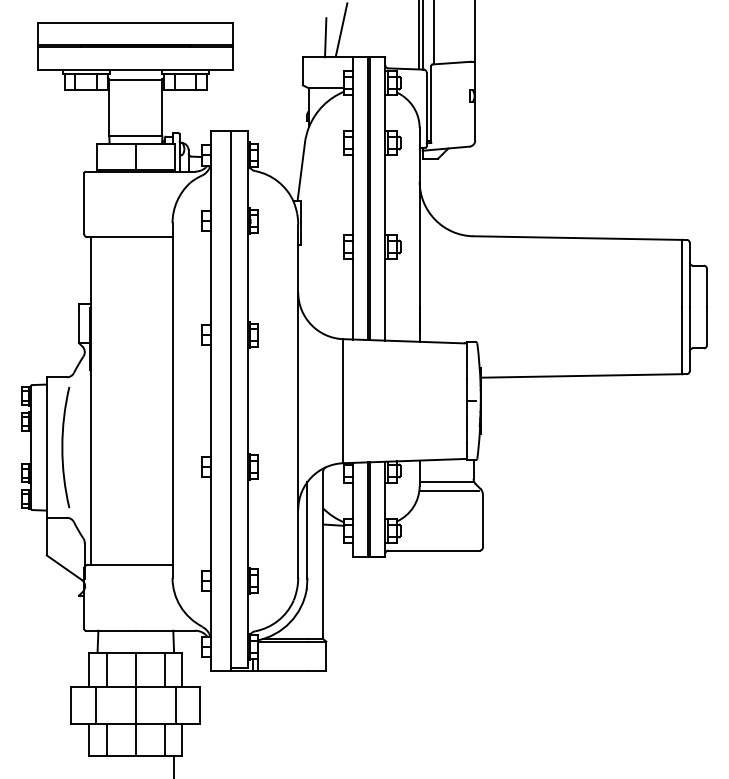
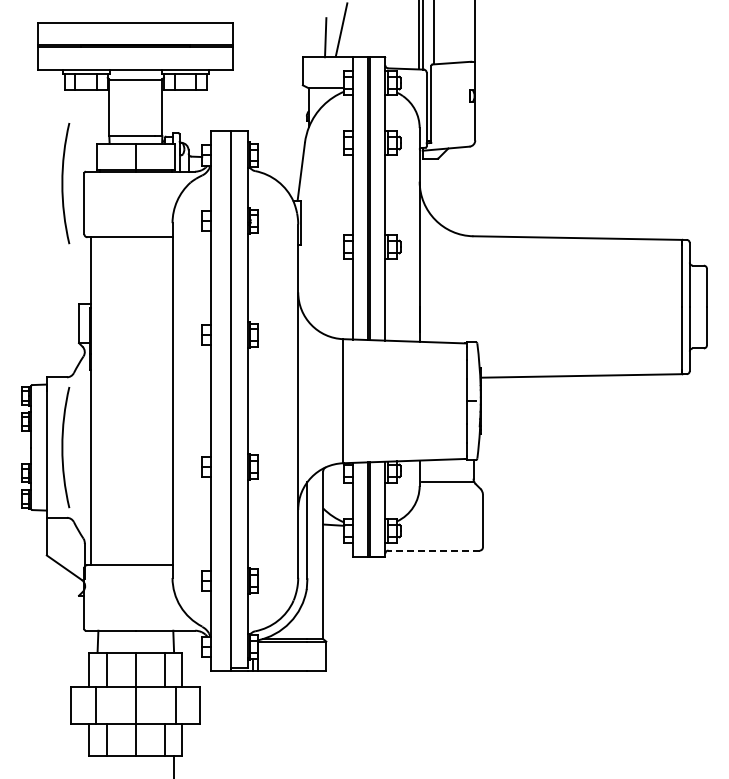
arc at (63, 183): none -> present
line at (450, 491): present -> none
line at (434, 550): solid -> dashed
